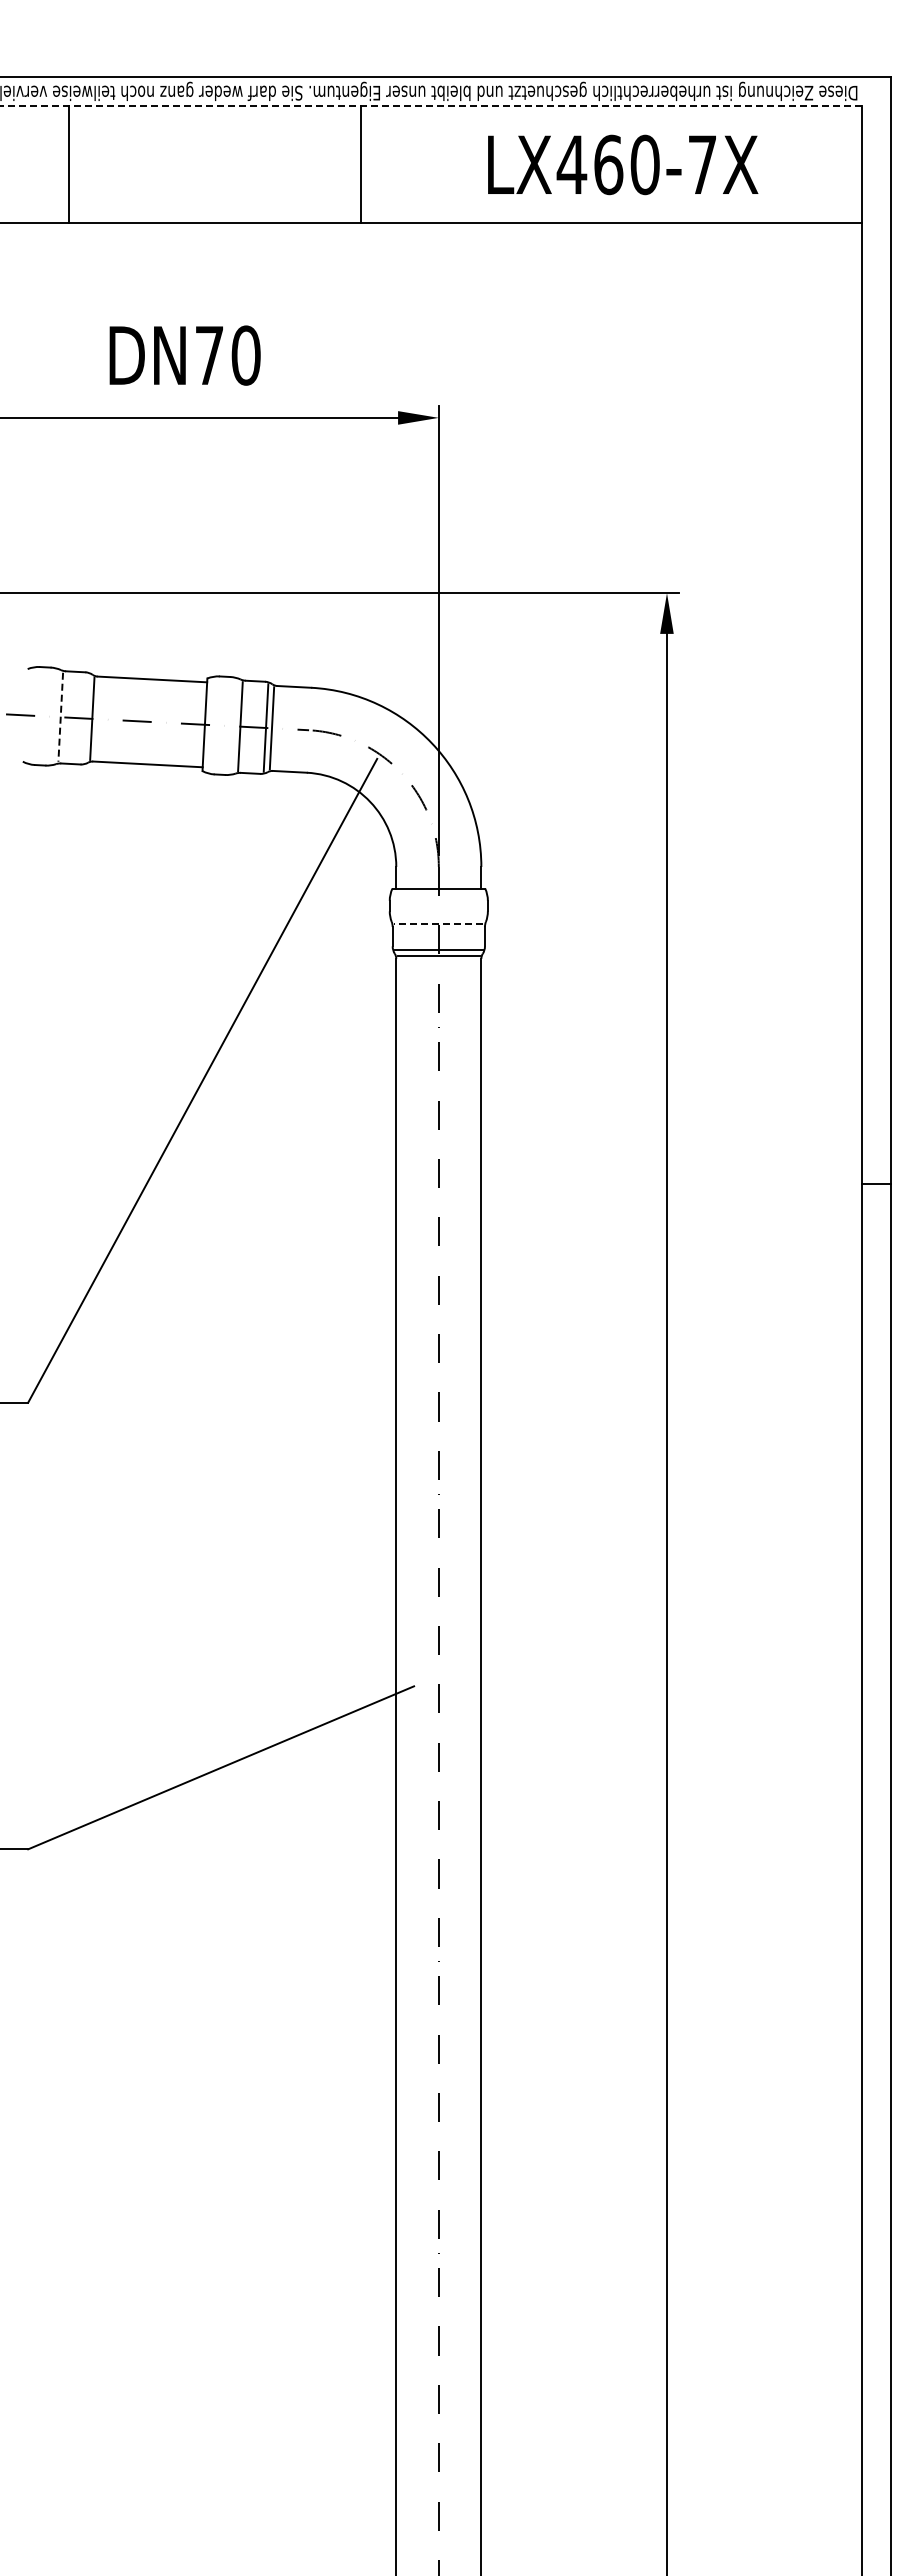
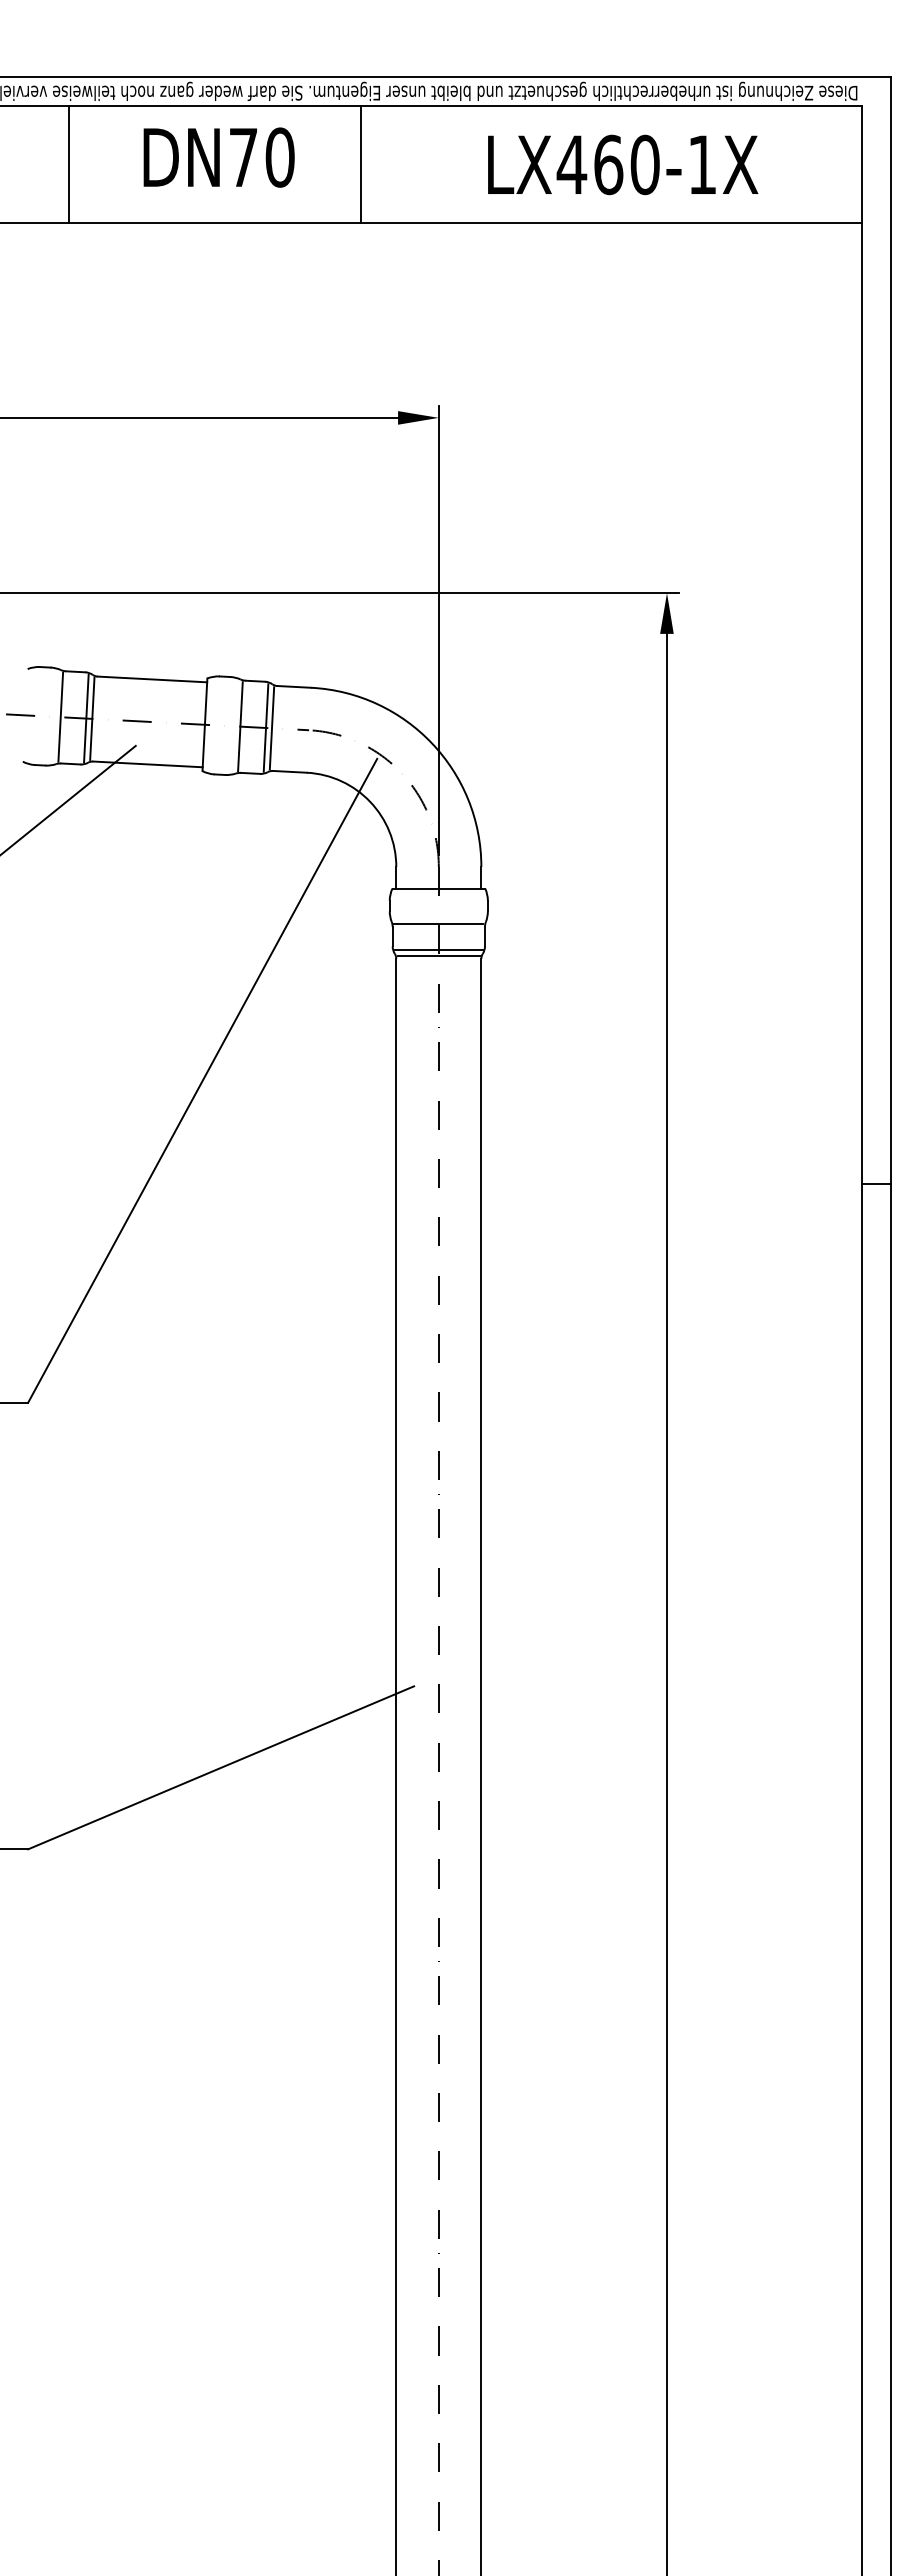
line at (431, 106): dashed -> solid
text at (702, 164): LX460-7X -> LX460-1X
text at (184, 355) position: (184, 355) -> (218, 157)
line at (60, 717): dashed -> solid
line at (86, 718): none -> present
line at (68, 799): none -> present
line at (438, 924): dashed -> solid
